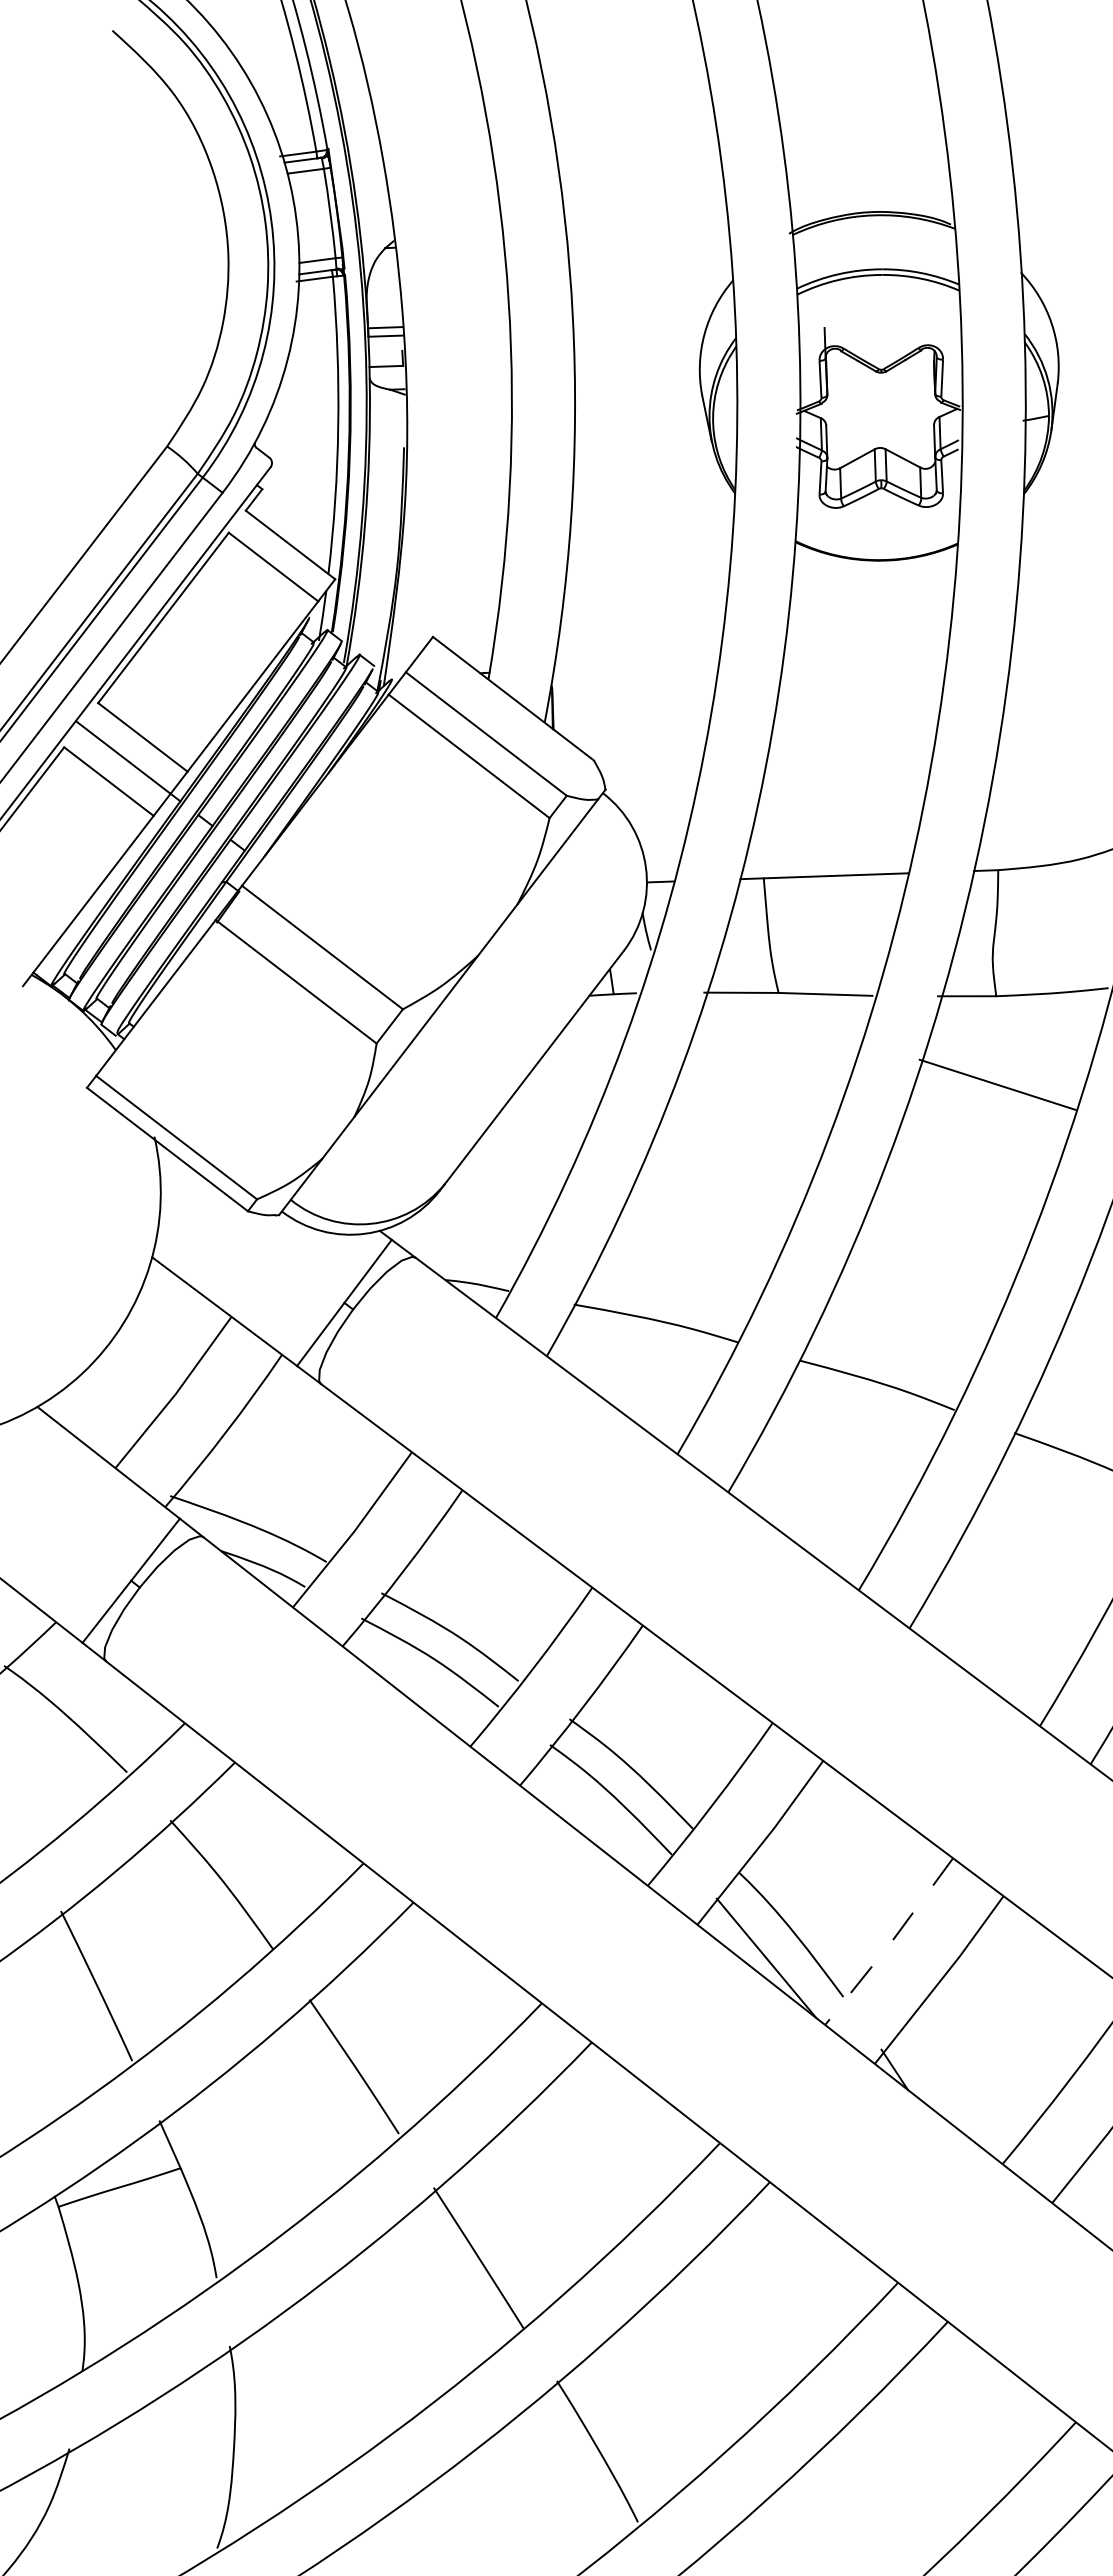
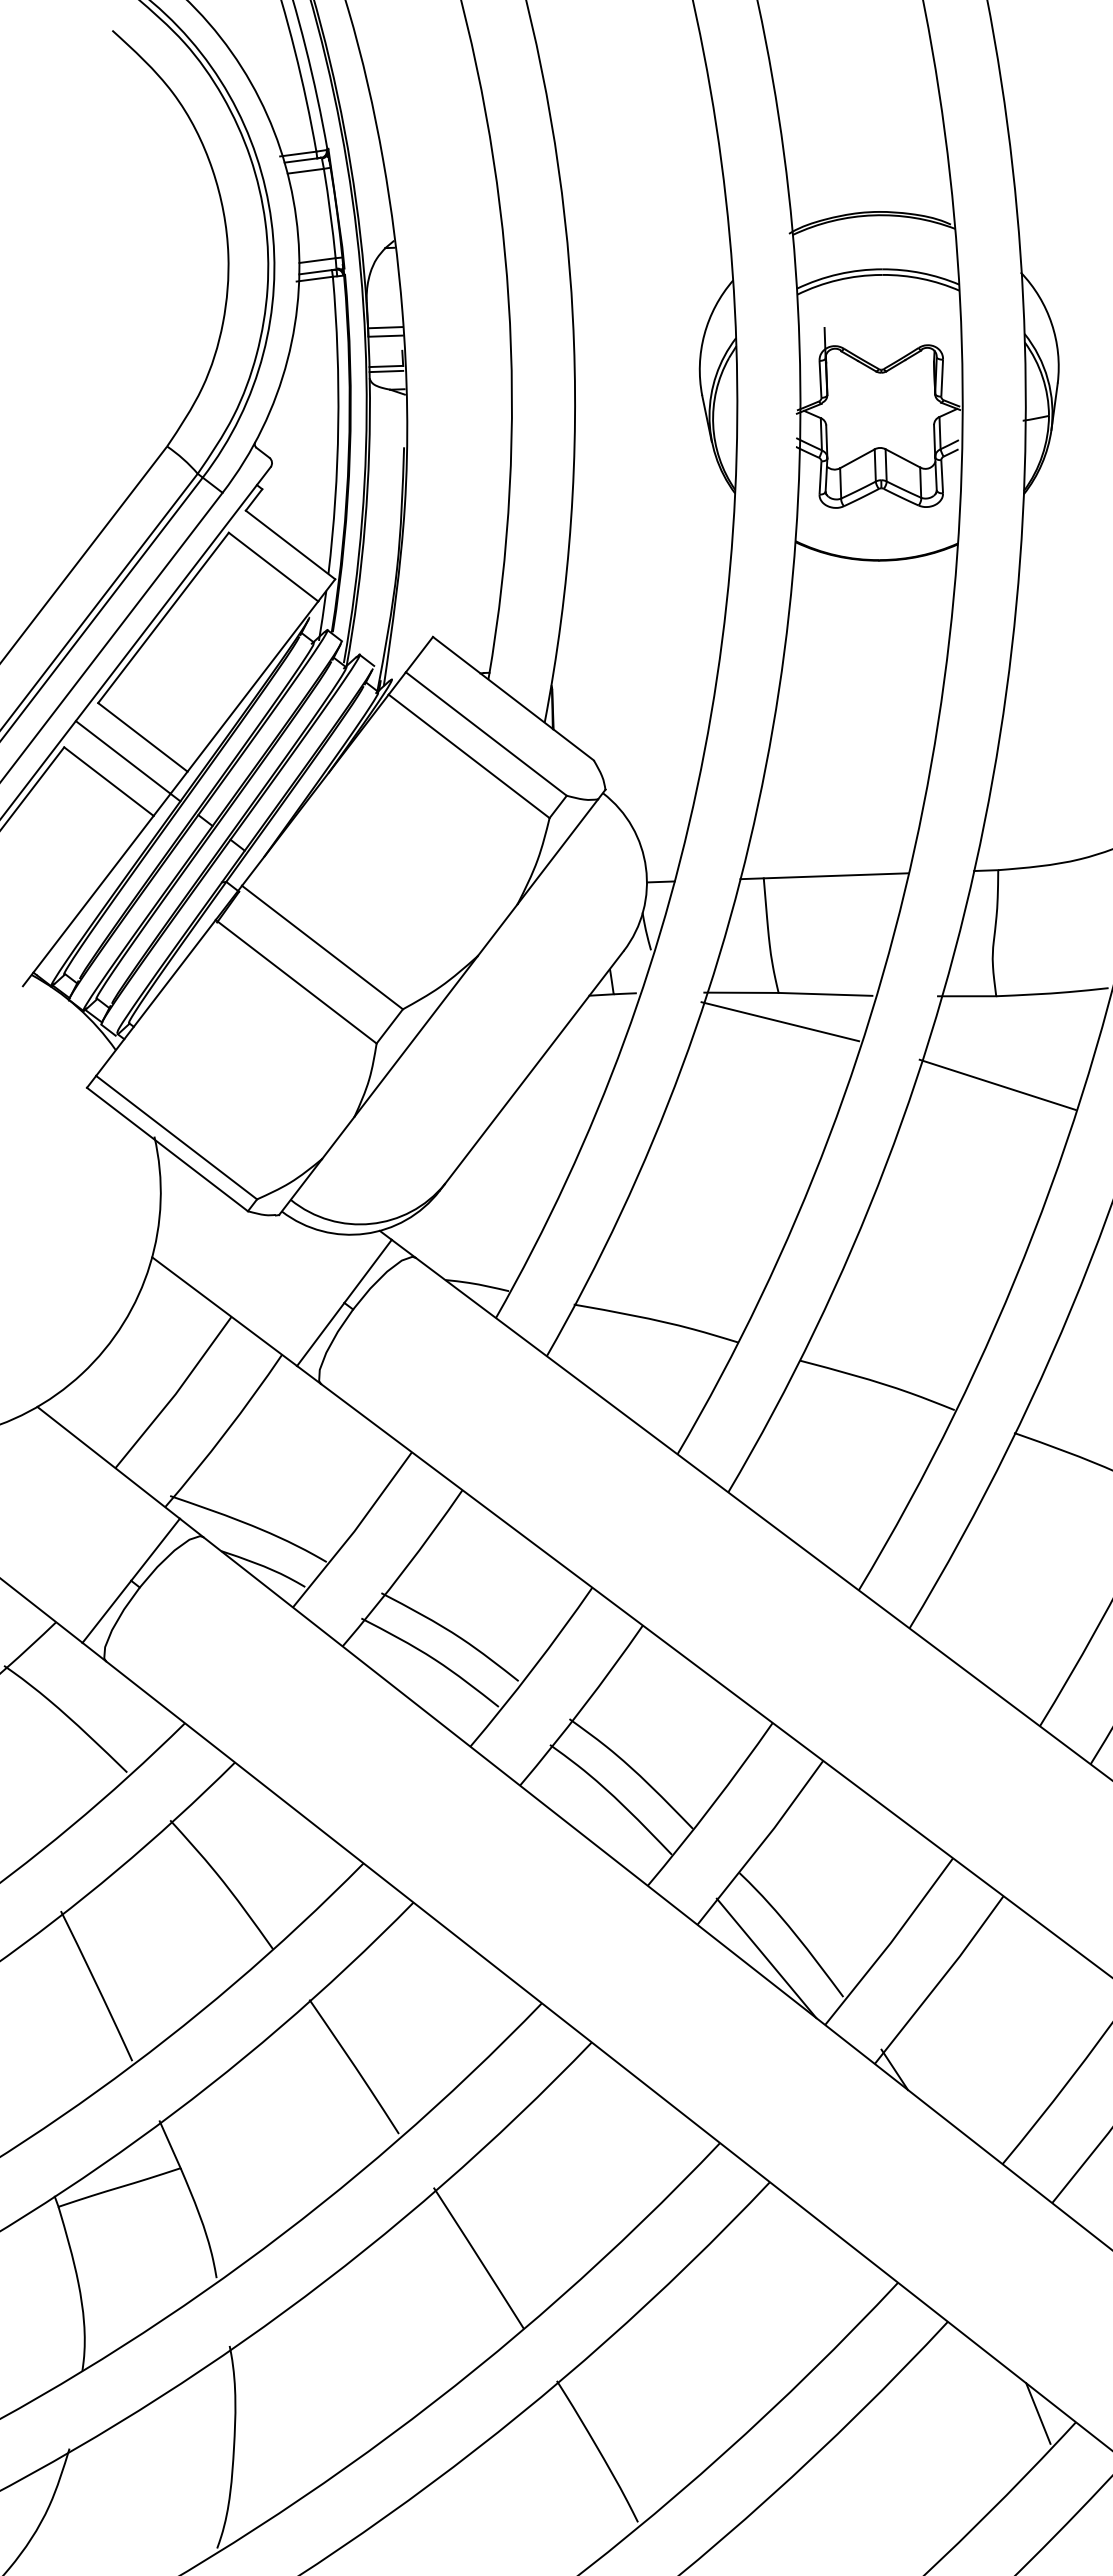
line at (386, 371): none -> present
line at (780, 1021): none -> present
line at (890, 1942): dashed -> solid
line at (1038, 2413): none -> present
